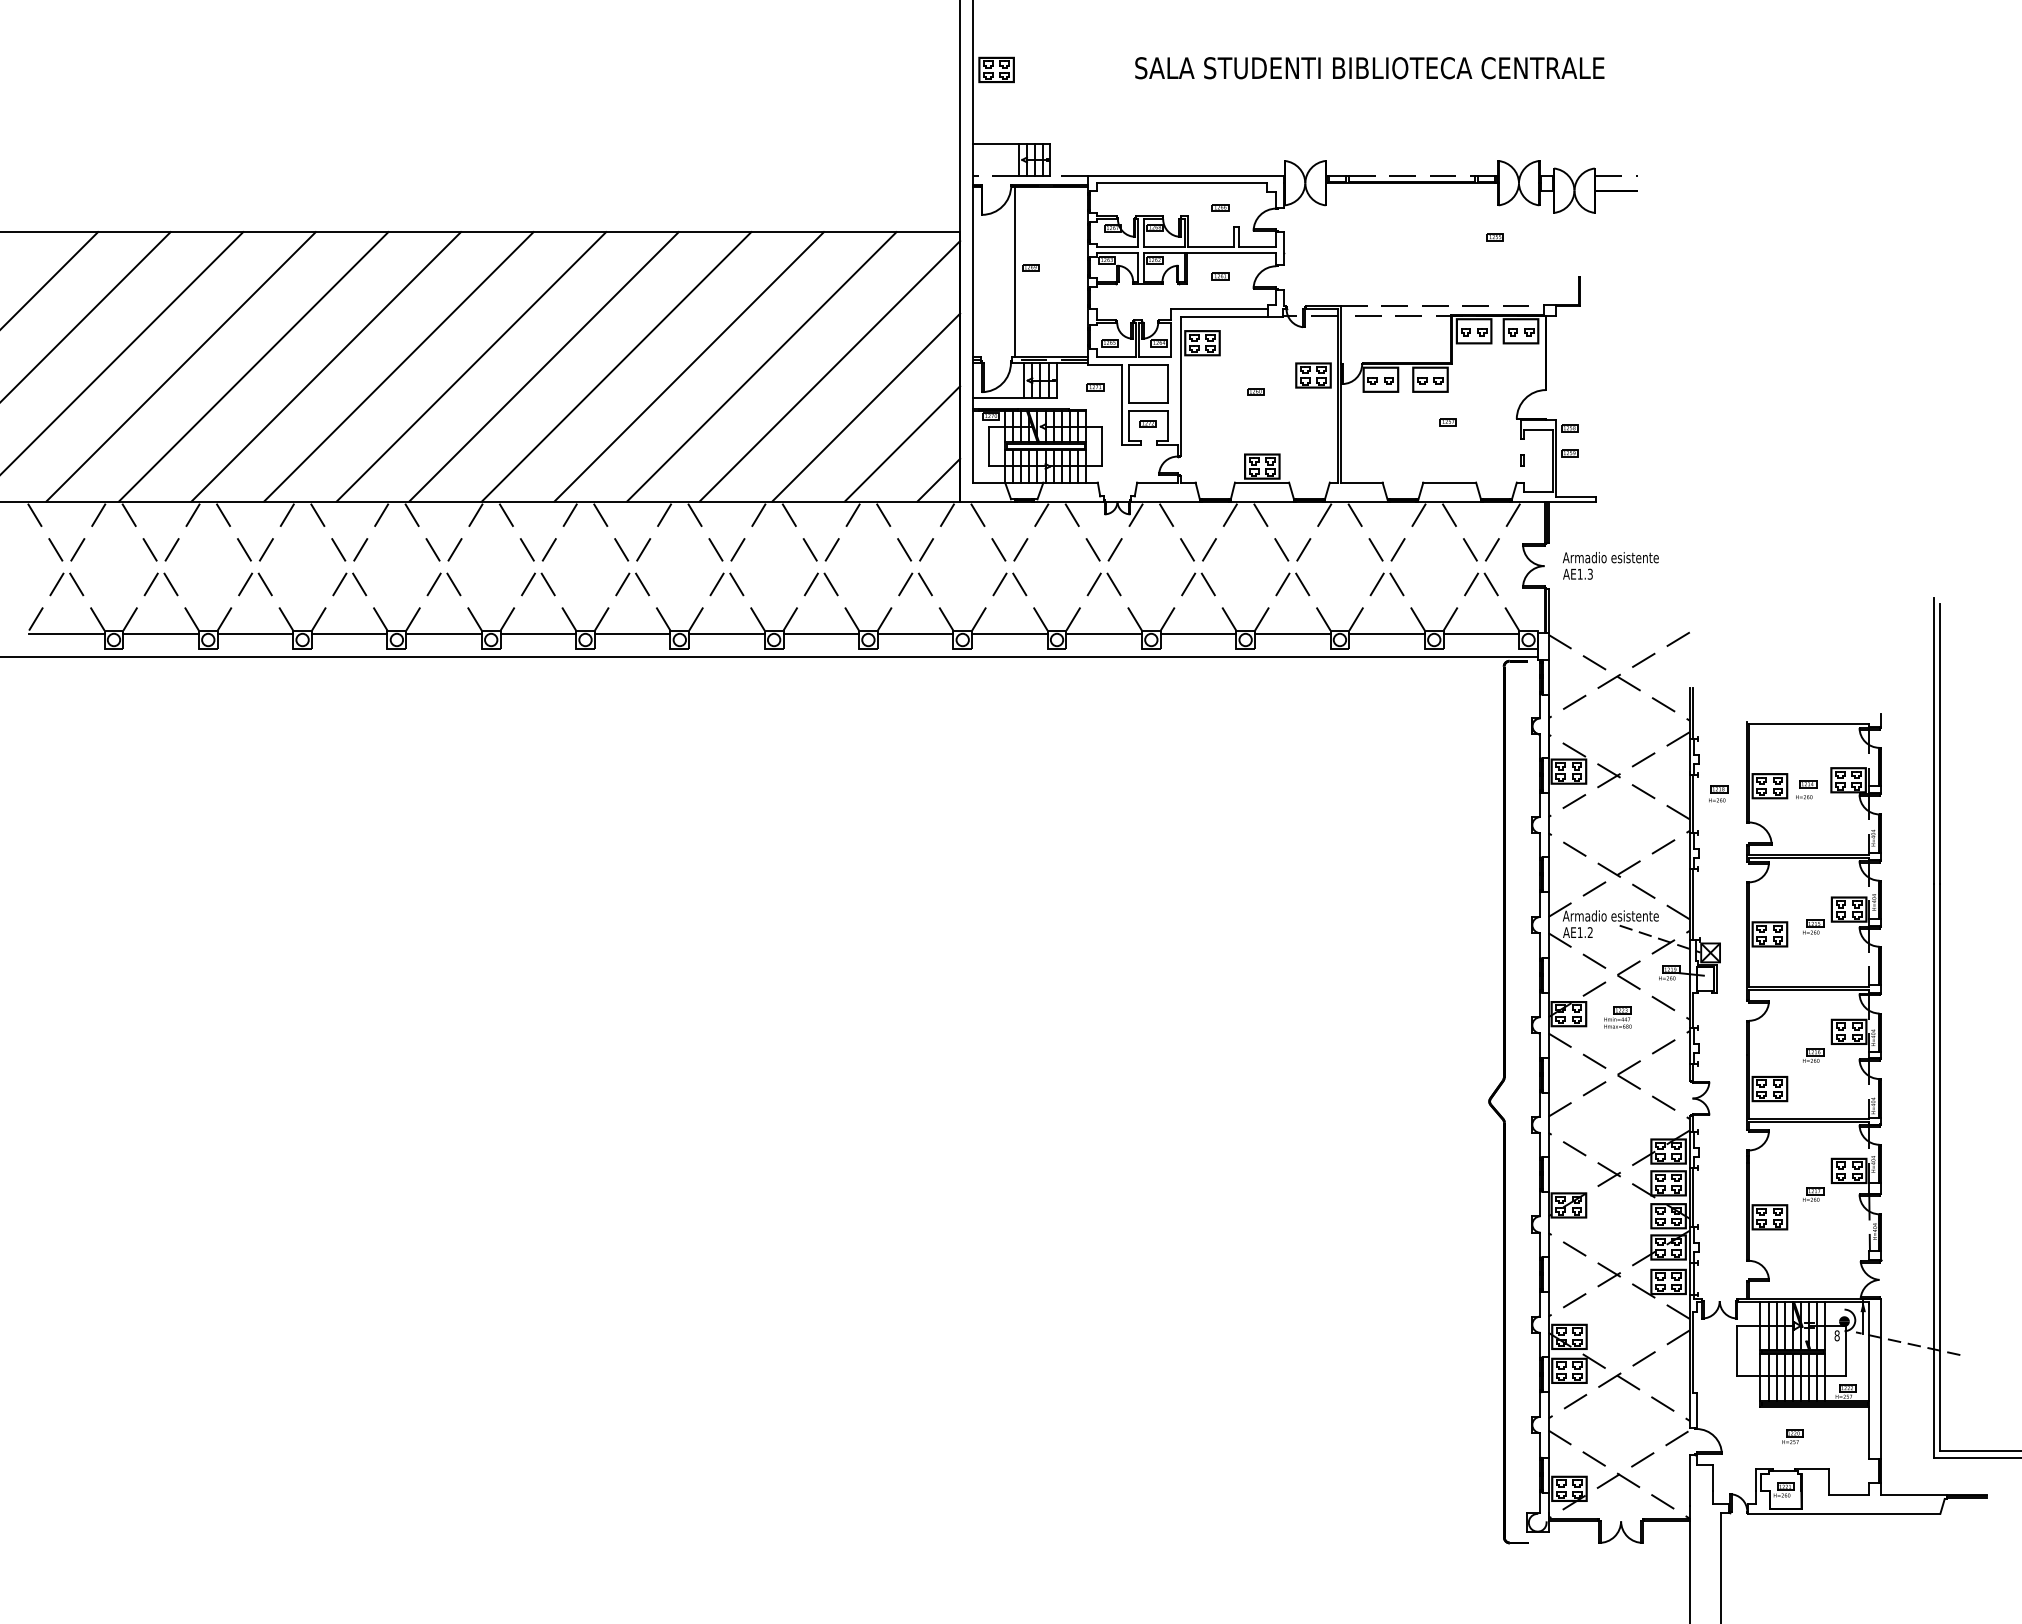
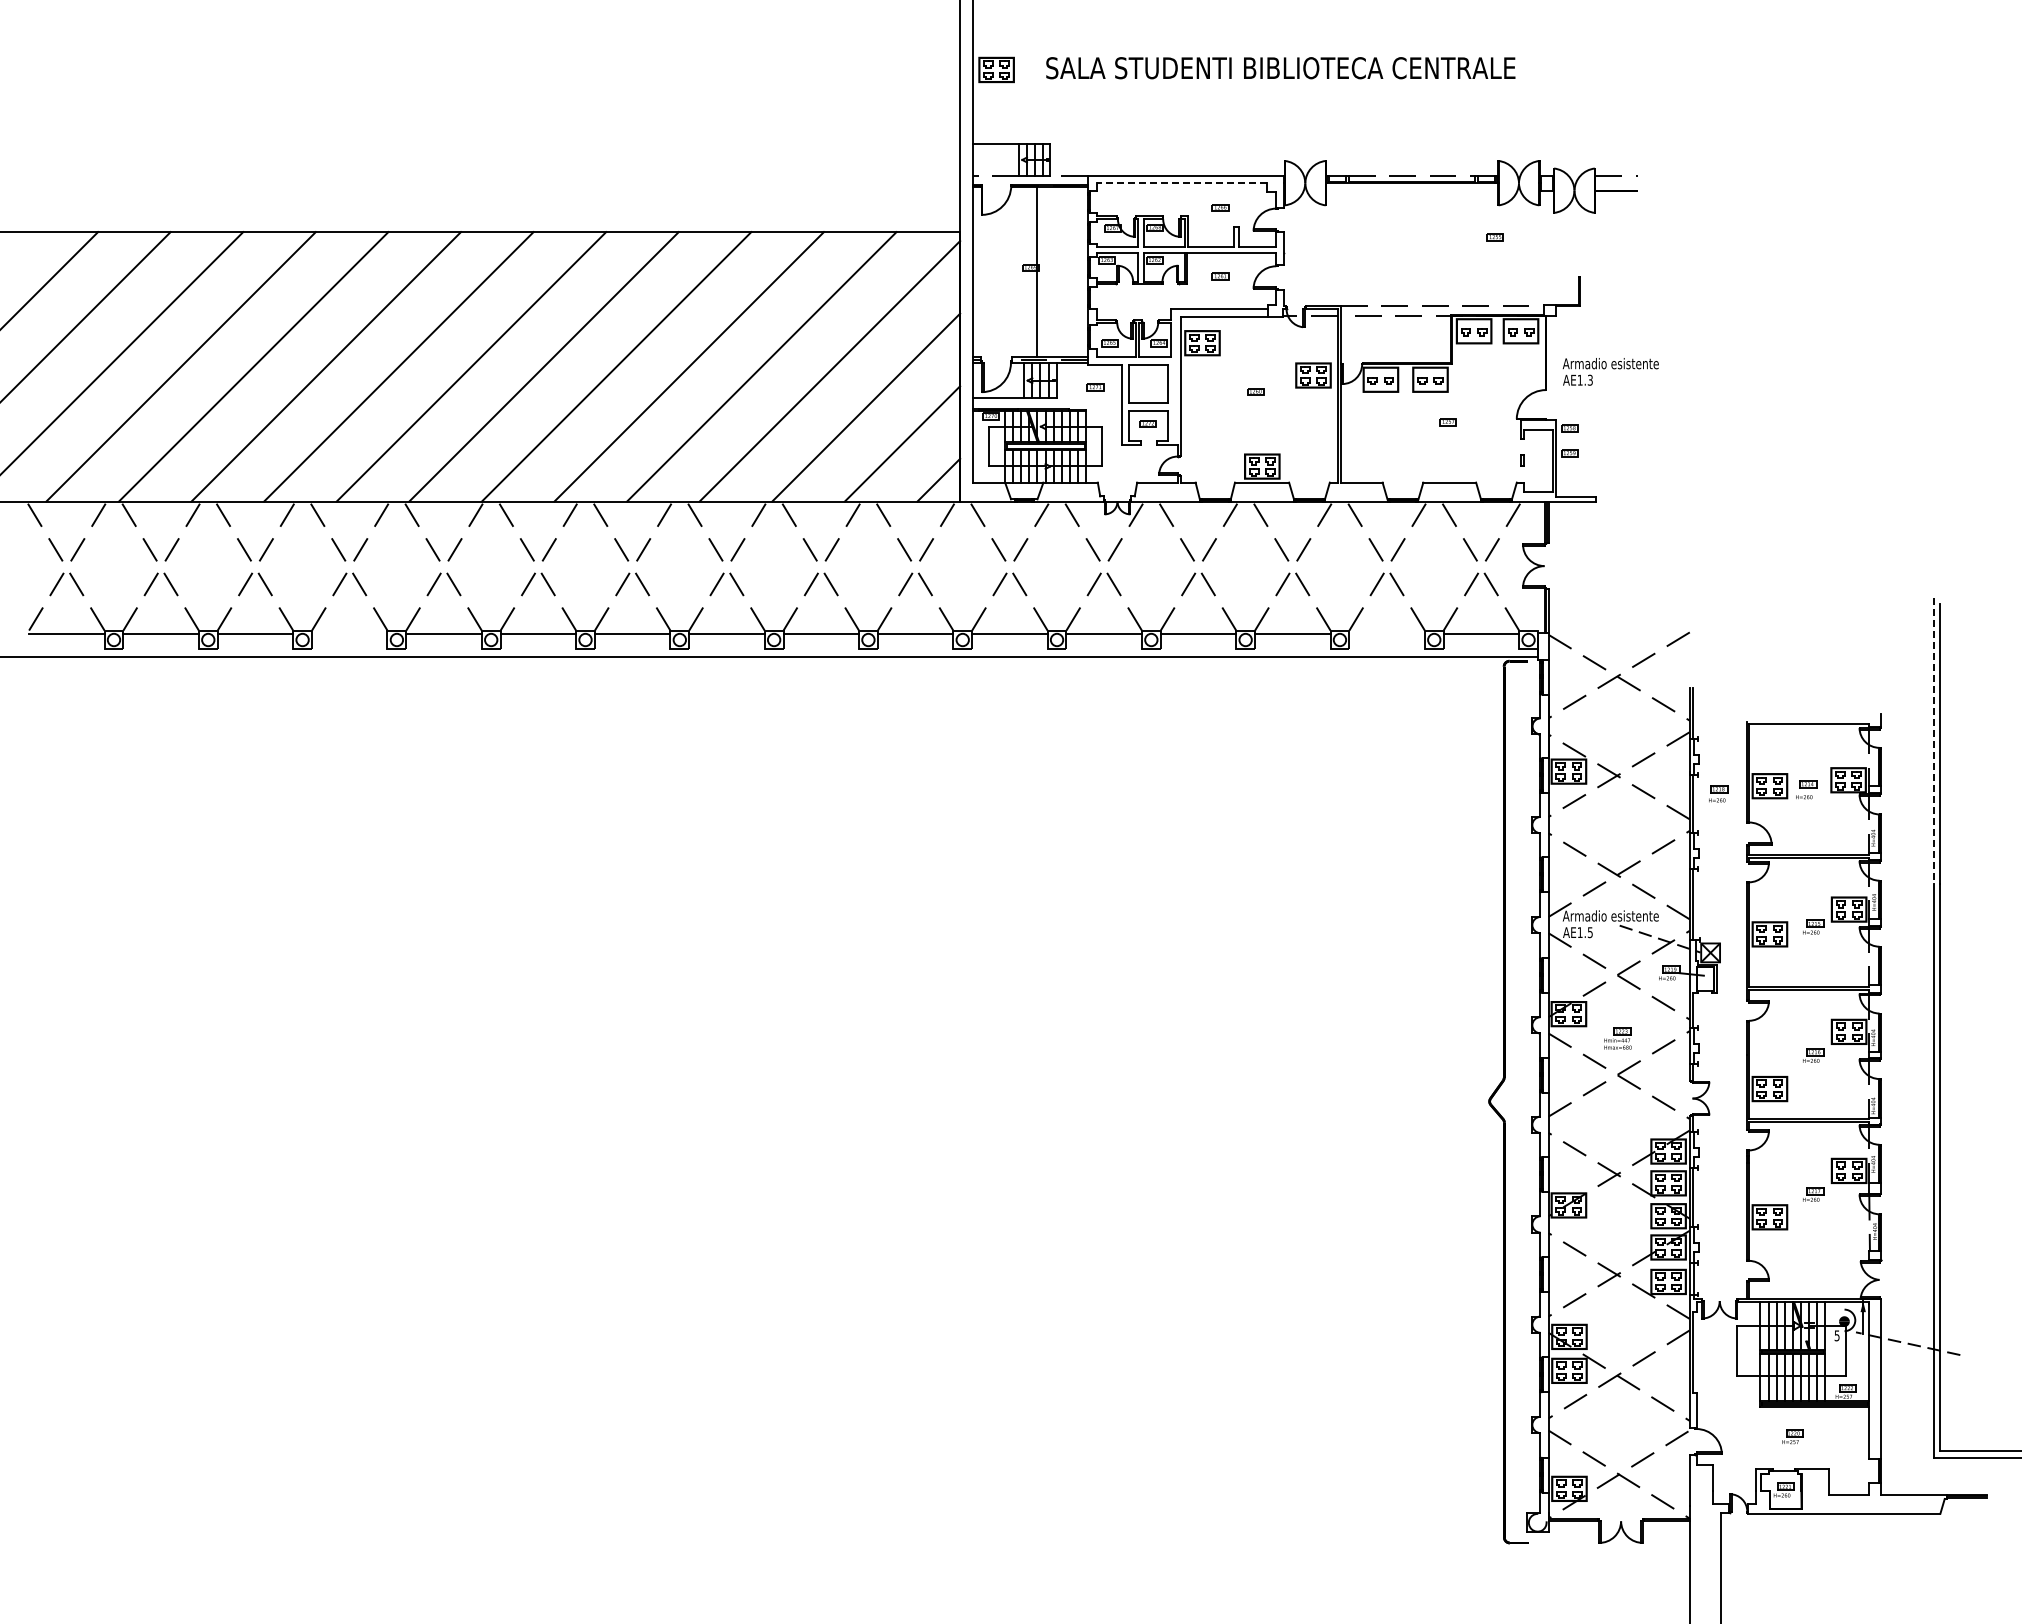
text at (1369, 68) position: (1369, 68) -> (1280, 68)
line at (1181, 182): solid -> dashed
line at (1015, 271) position: (1015, 271) -> (1037, 271)
text at (1610, 565) position: (1610, 565) -> (1610, 371)
line at (349, 634): present -> none
line at (1386, 634): present -> none
line at (1933, 741): solid -> dashed
text at (1589, 932): AE1.2 -> AE1.5
part at (1617, 1017) position: (1617, 1017) -> (1617, 1038)
text at (1836, 1335): 8 -> 5
